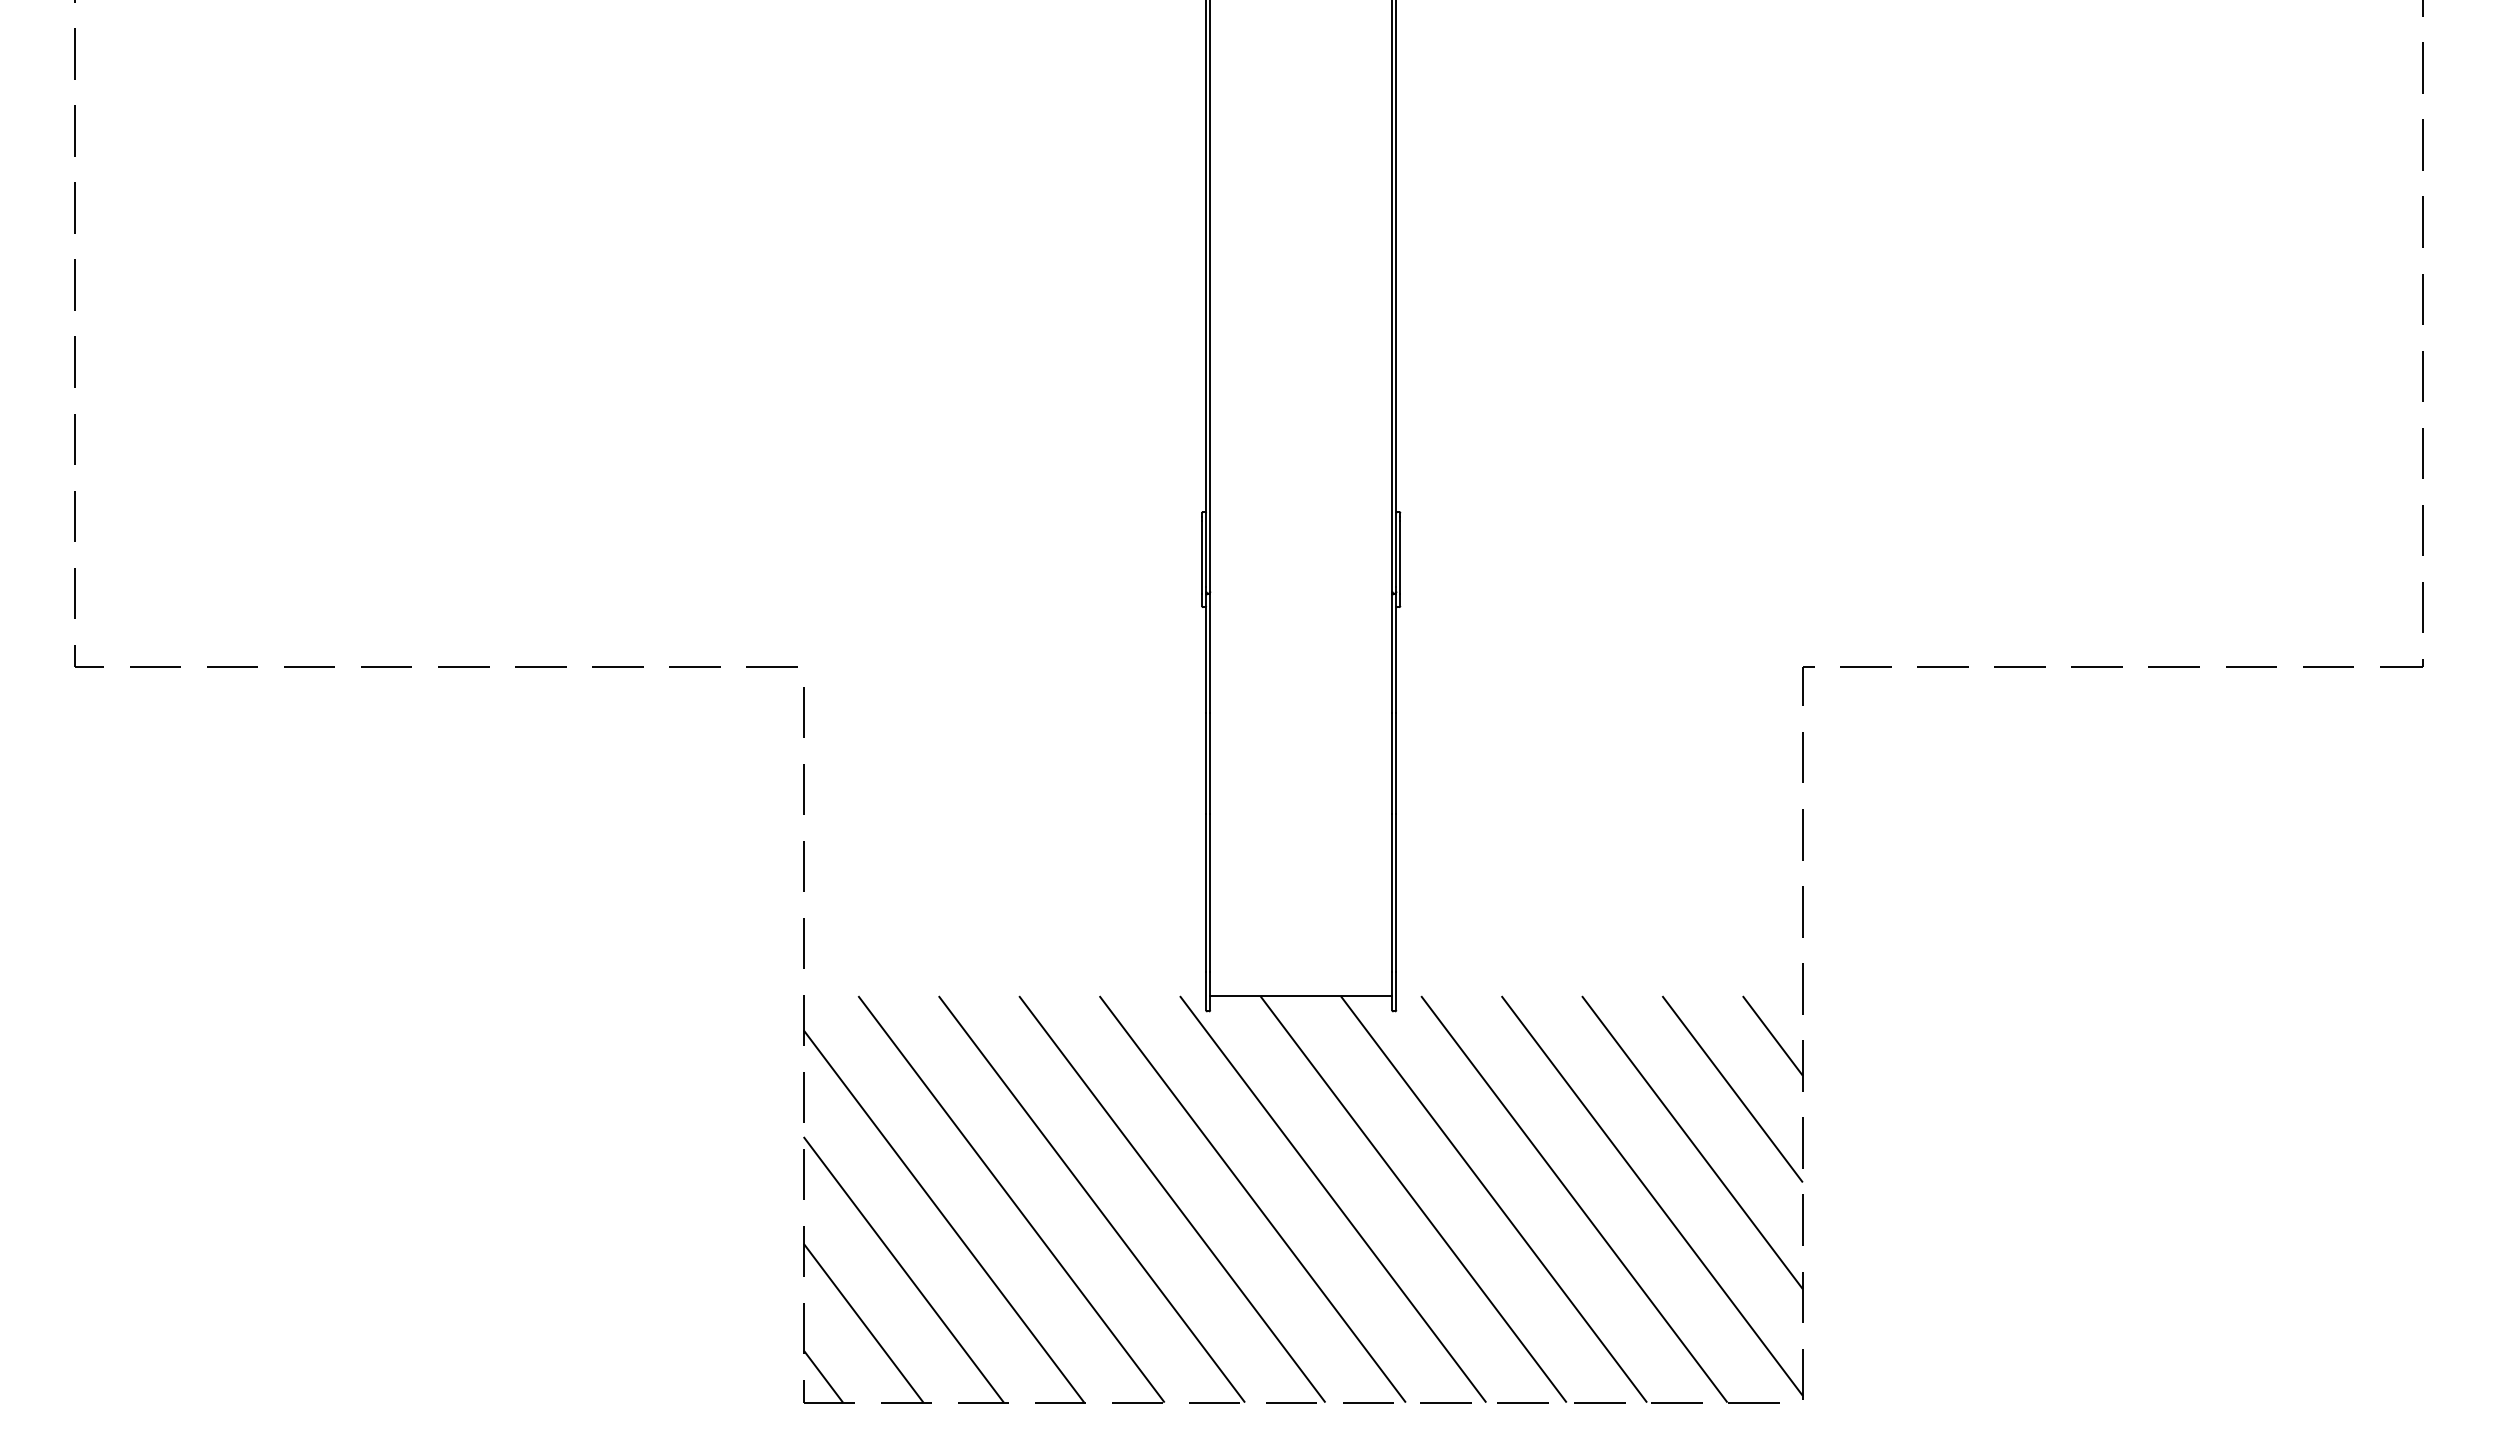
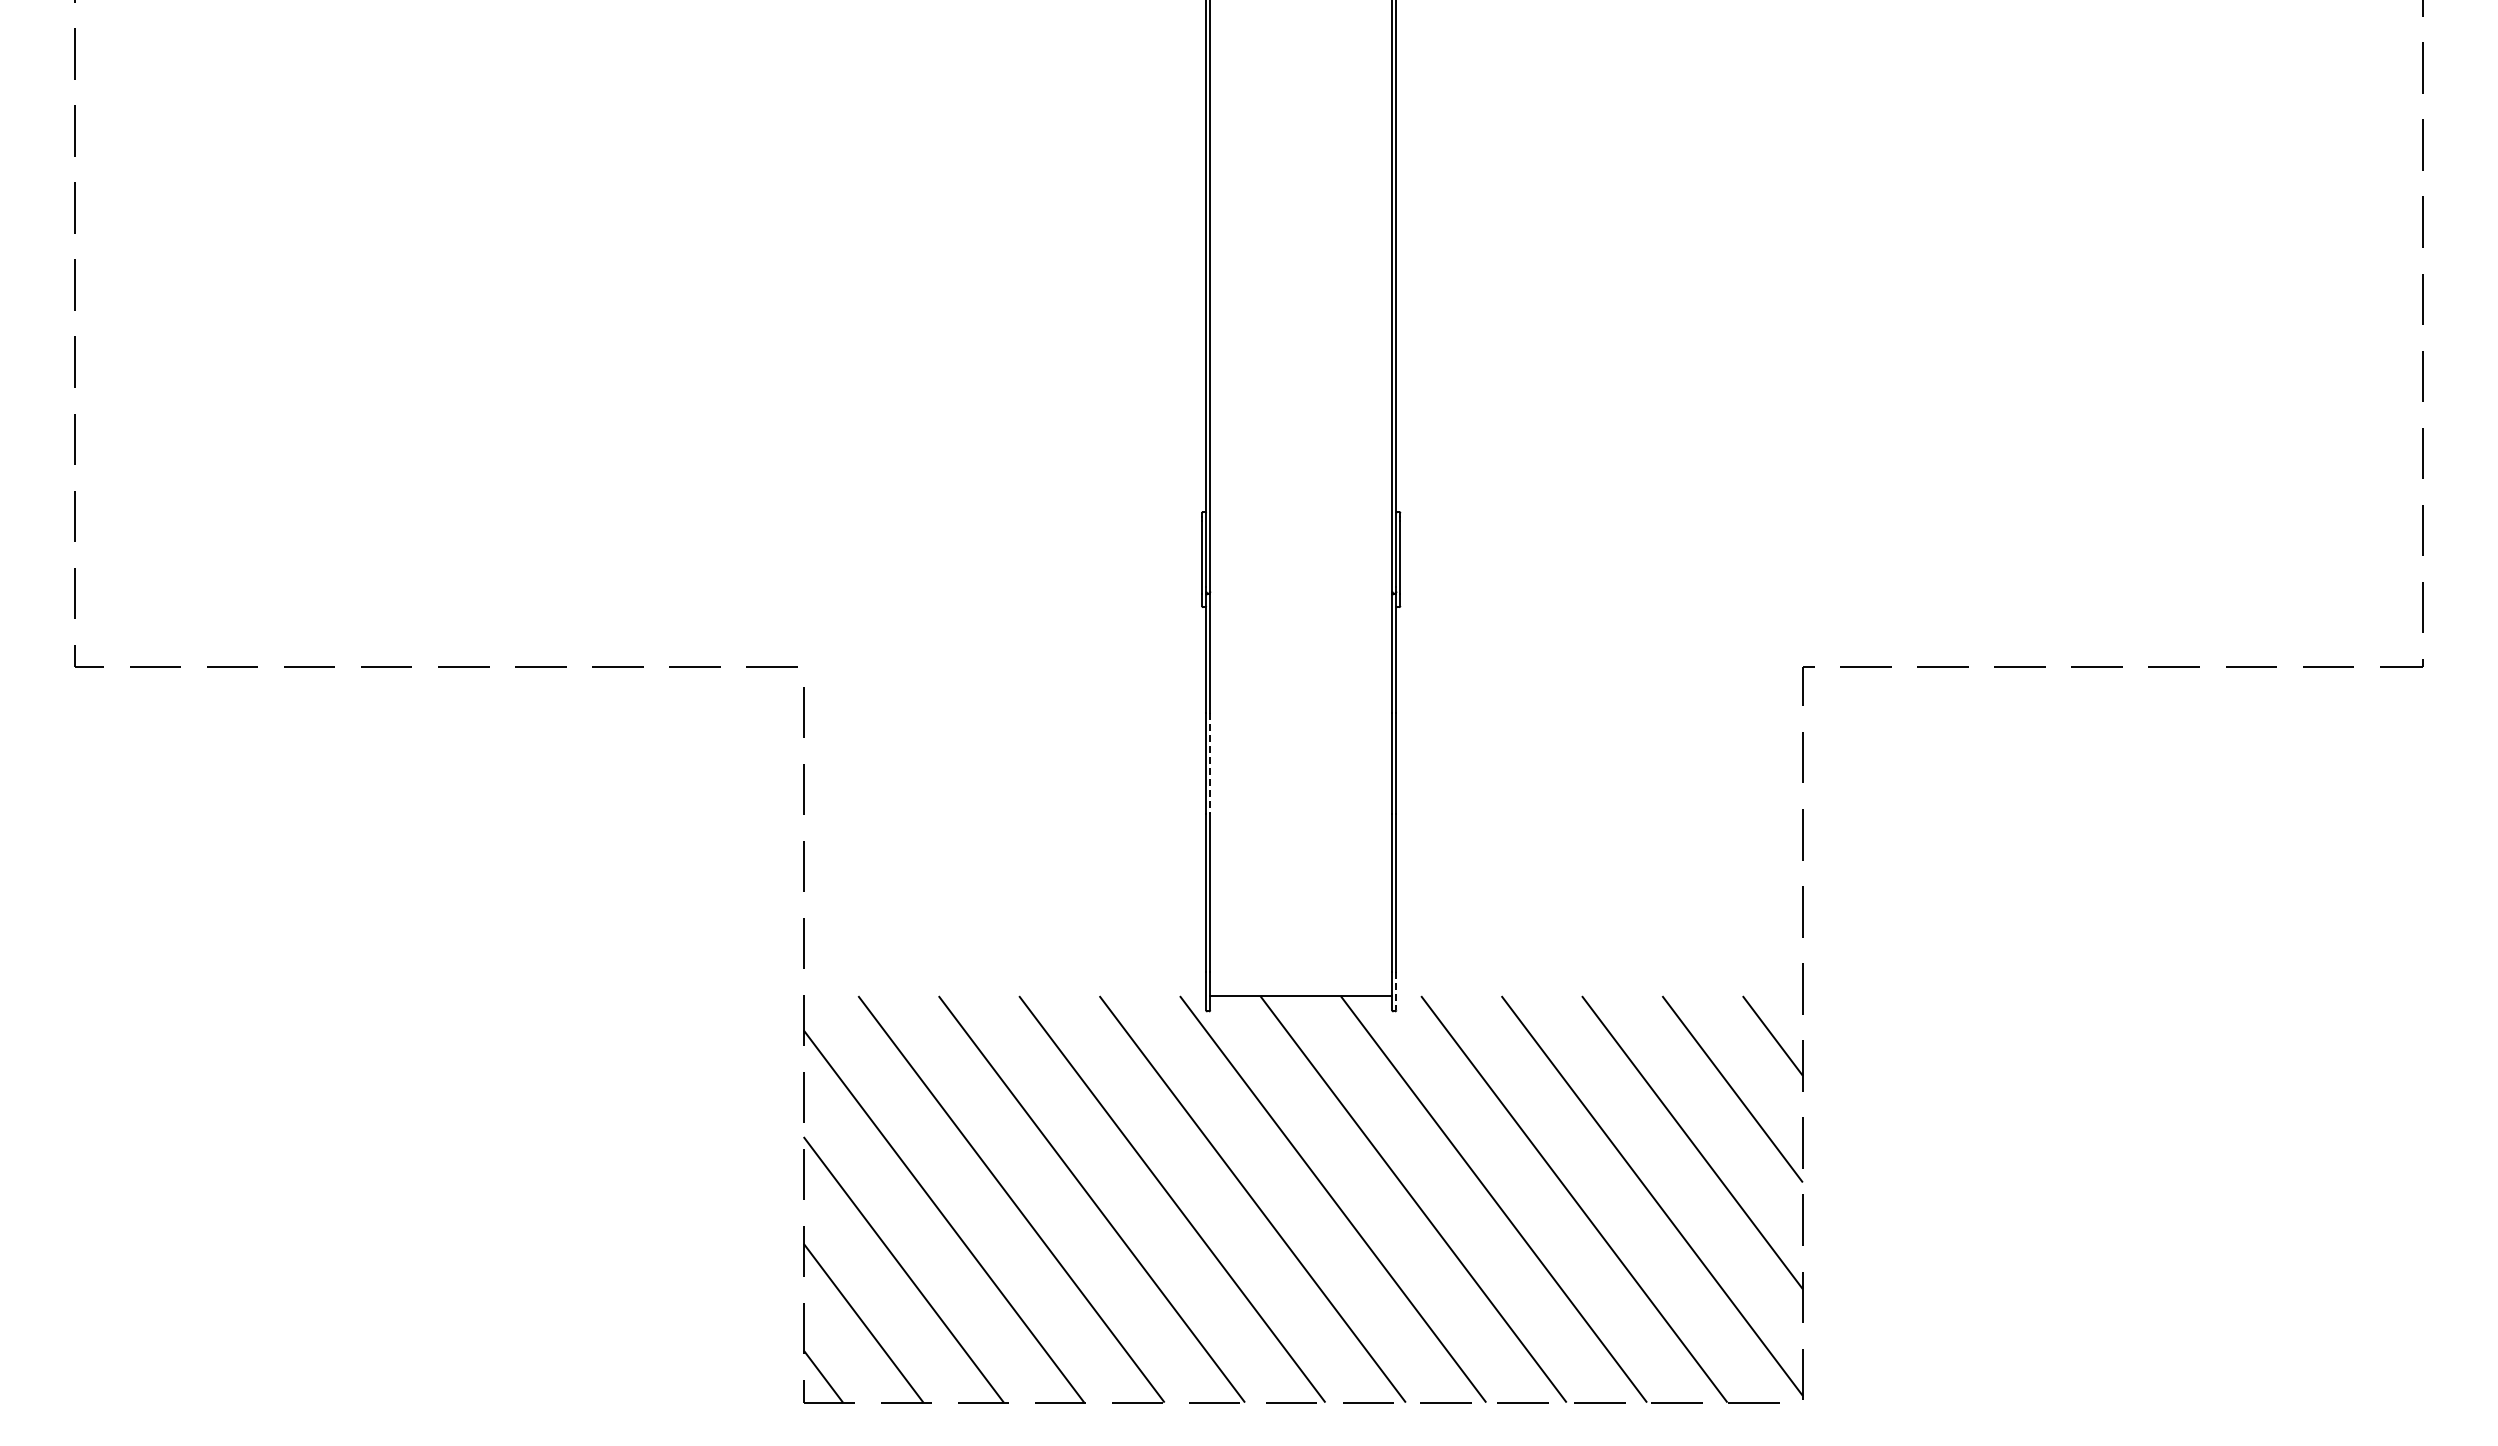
line at (1210, 763): solid -> dashed
line at (1396, 991): solid -> dashed
